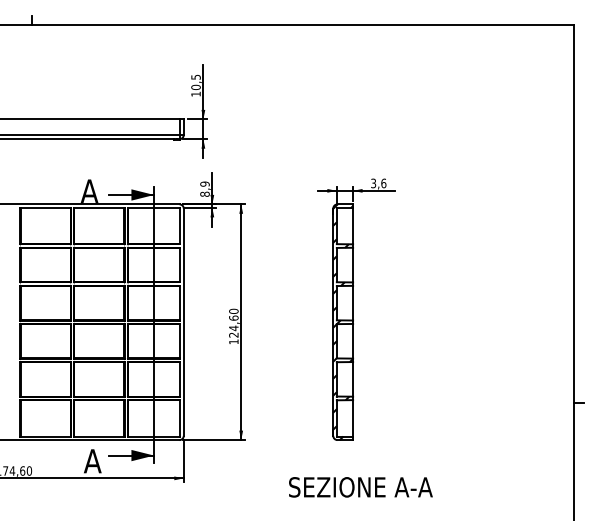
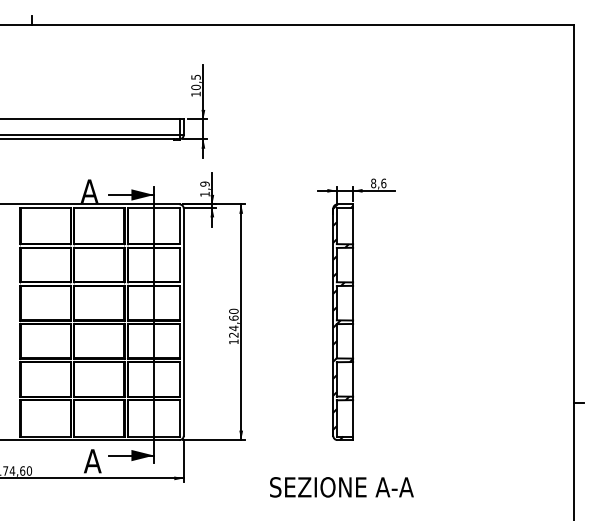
text at (373, 183): 3,6 -> 8,6
text at (204, 193): 8,9 -> 1,9
text at (360, 487) position: (360, 487) -> (341, 487)
